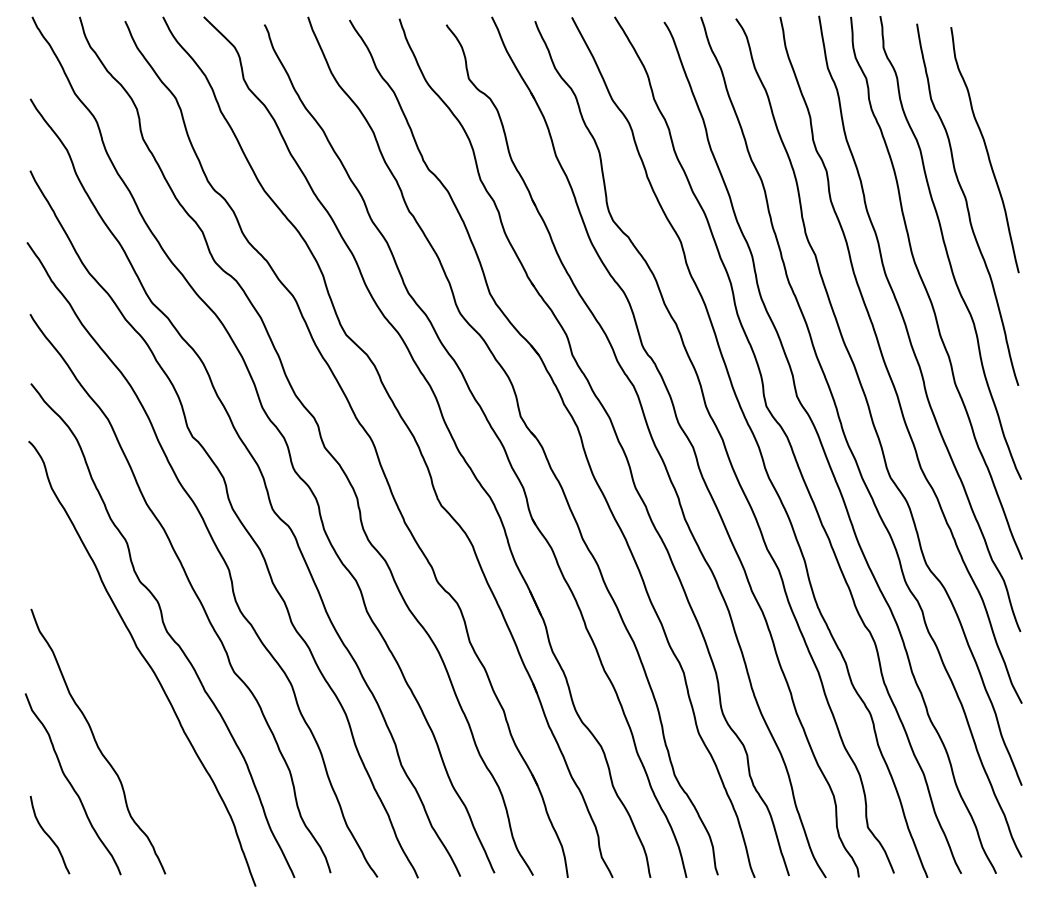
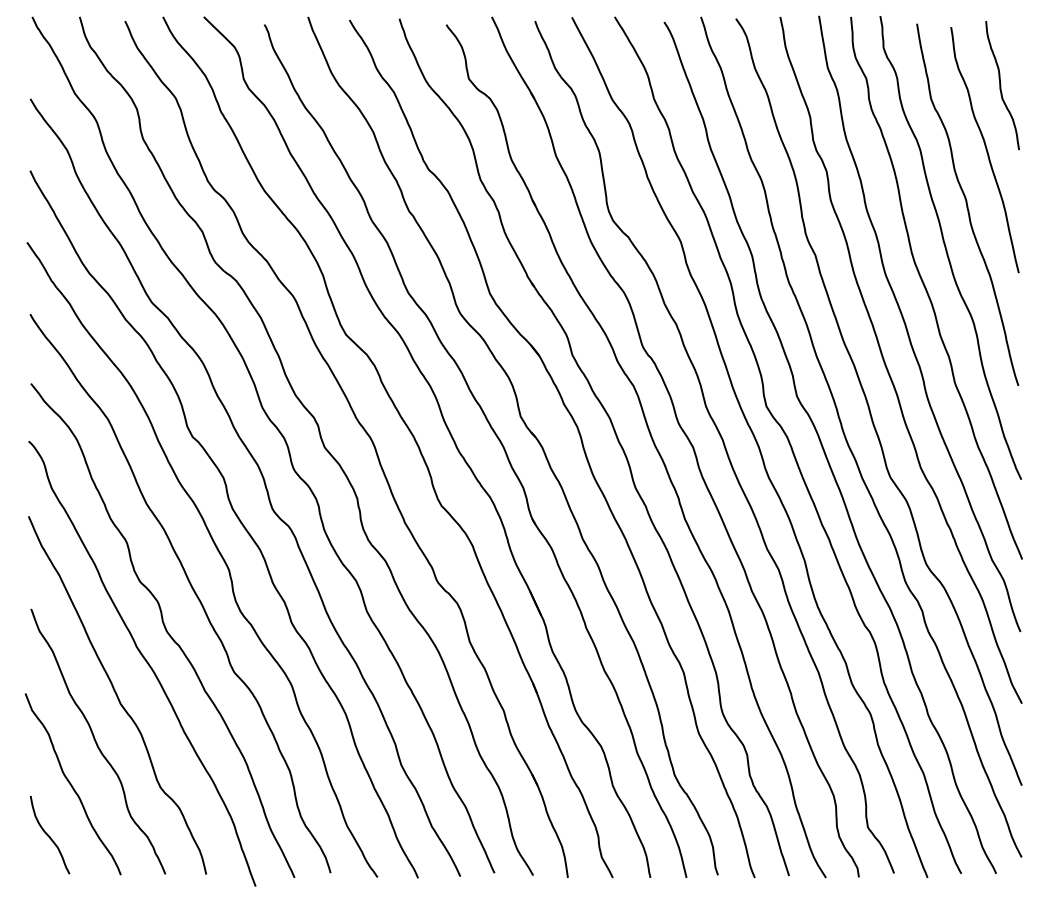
curve at (1001, 85): none -> present
curve at (117, 695): none -> present
